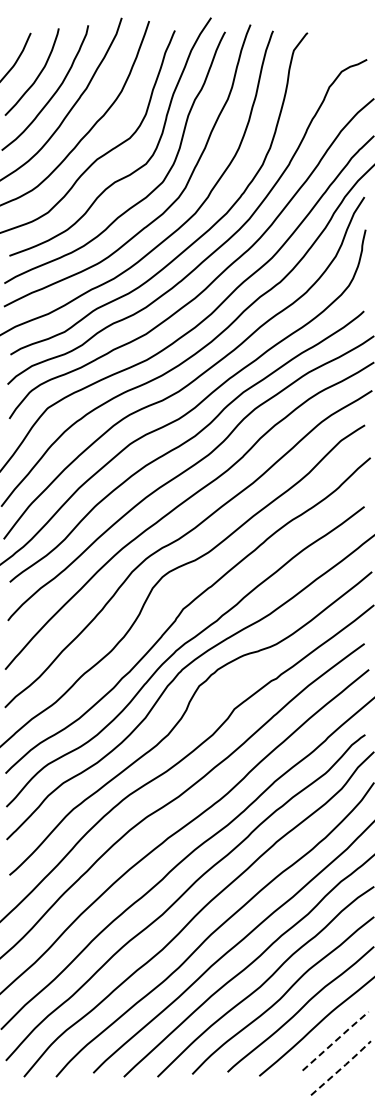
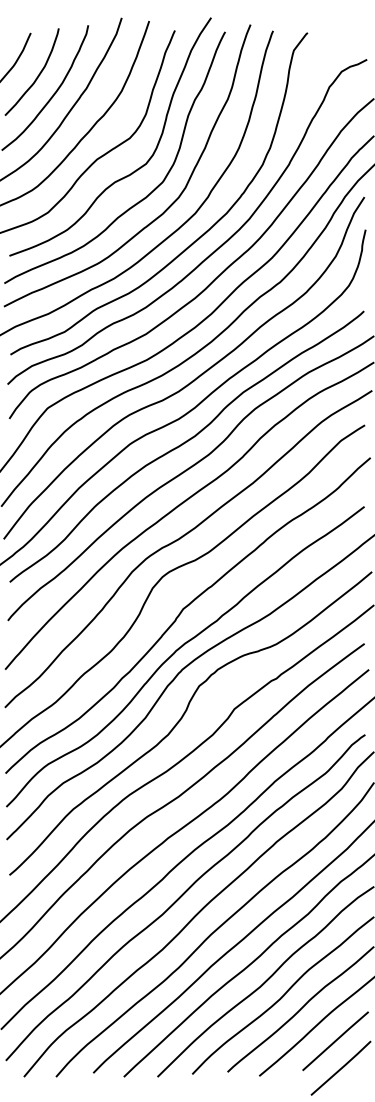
line at (335, 1040): dashed -> solid
line at (341, 1068): dashed -> solid
